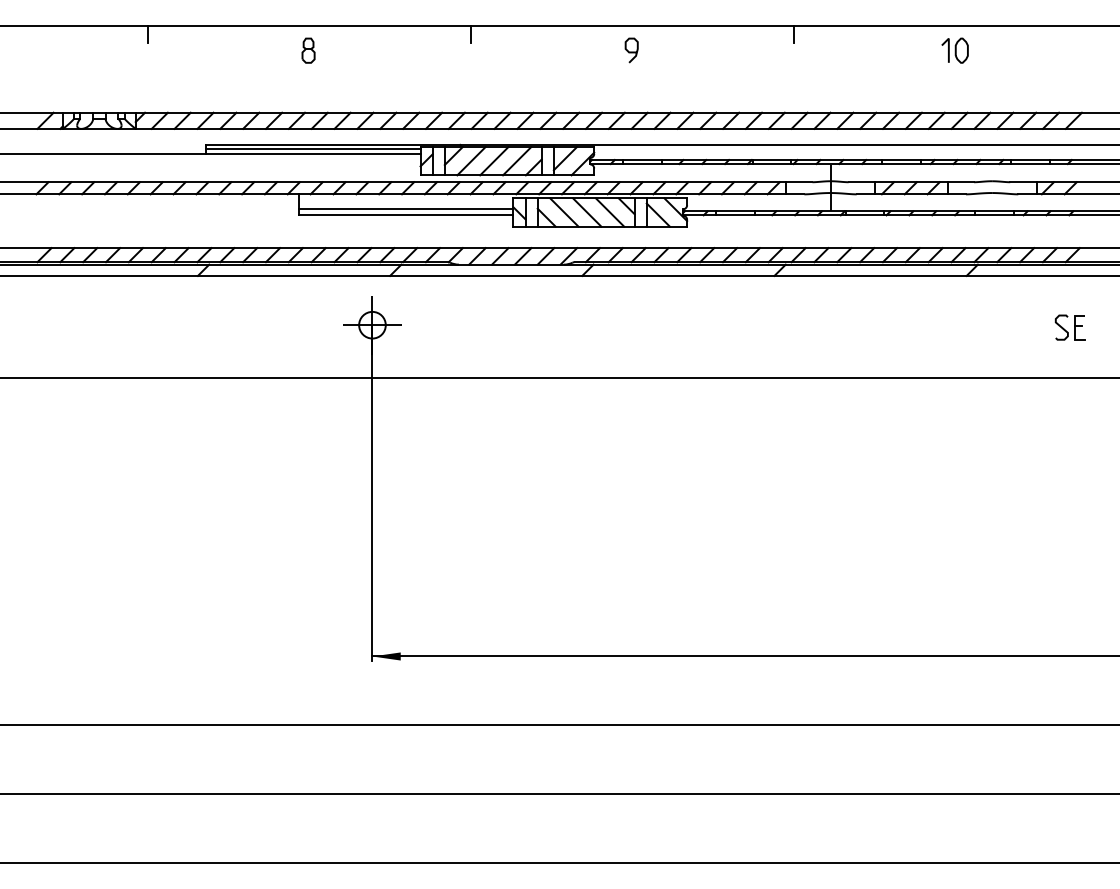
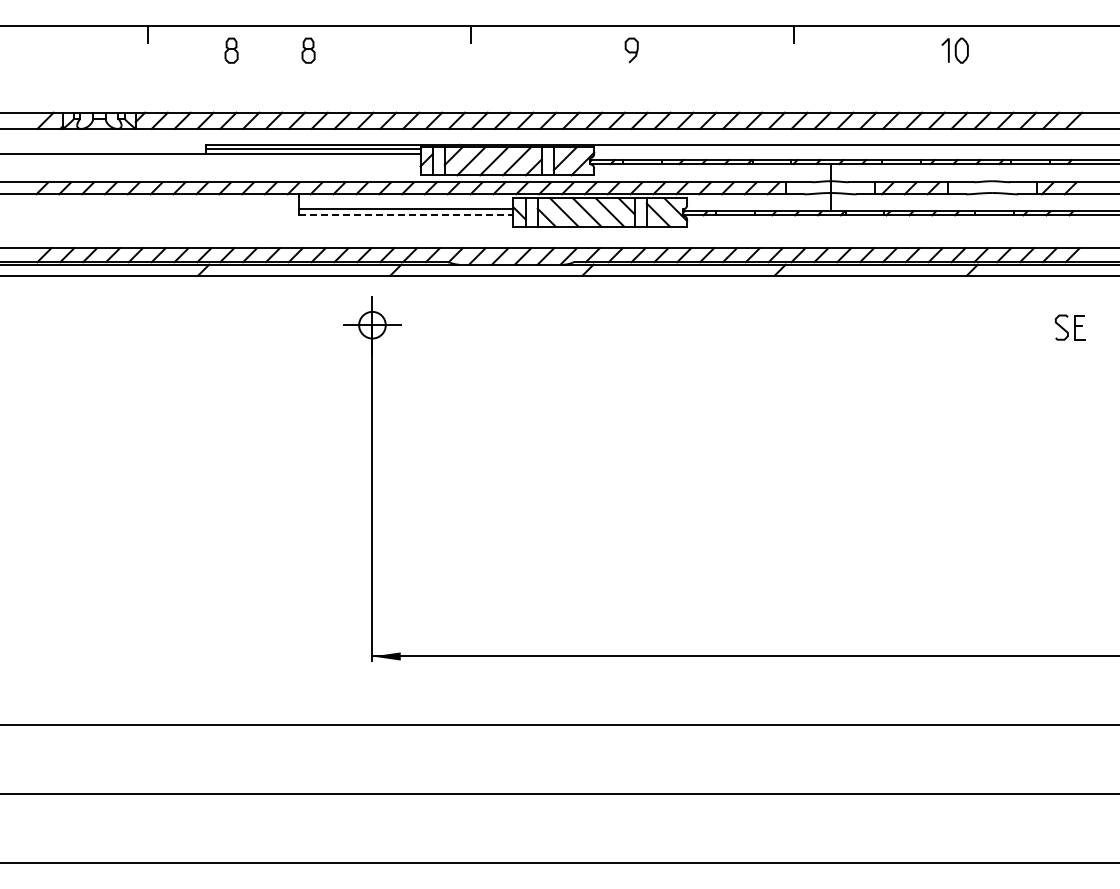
part at (231, 50): none -> present
line at (406, 214): solid -> dashed
line at (559, 377): present -> none
